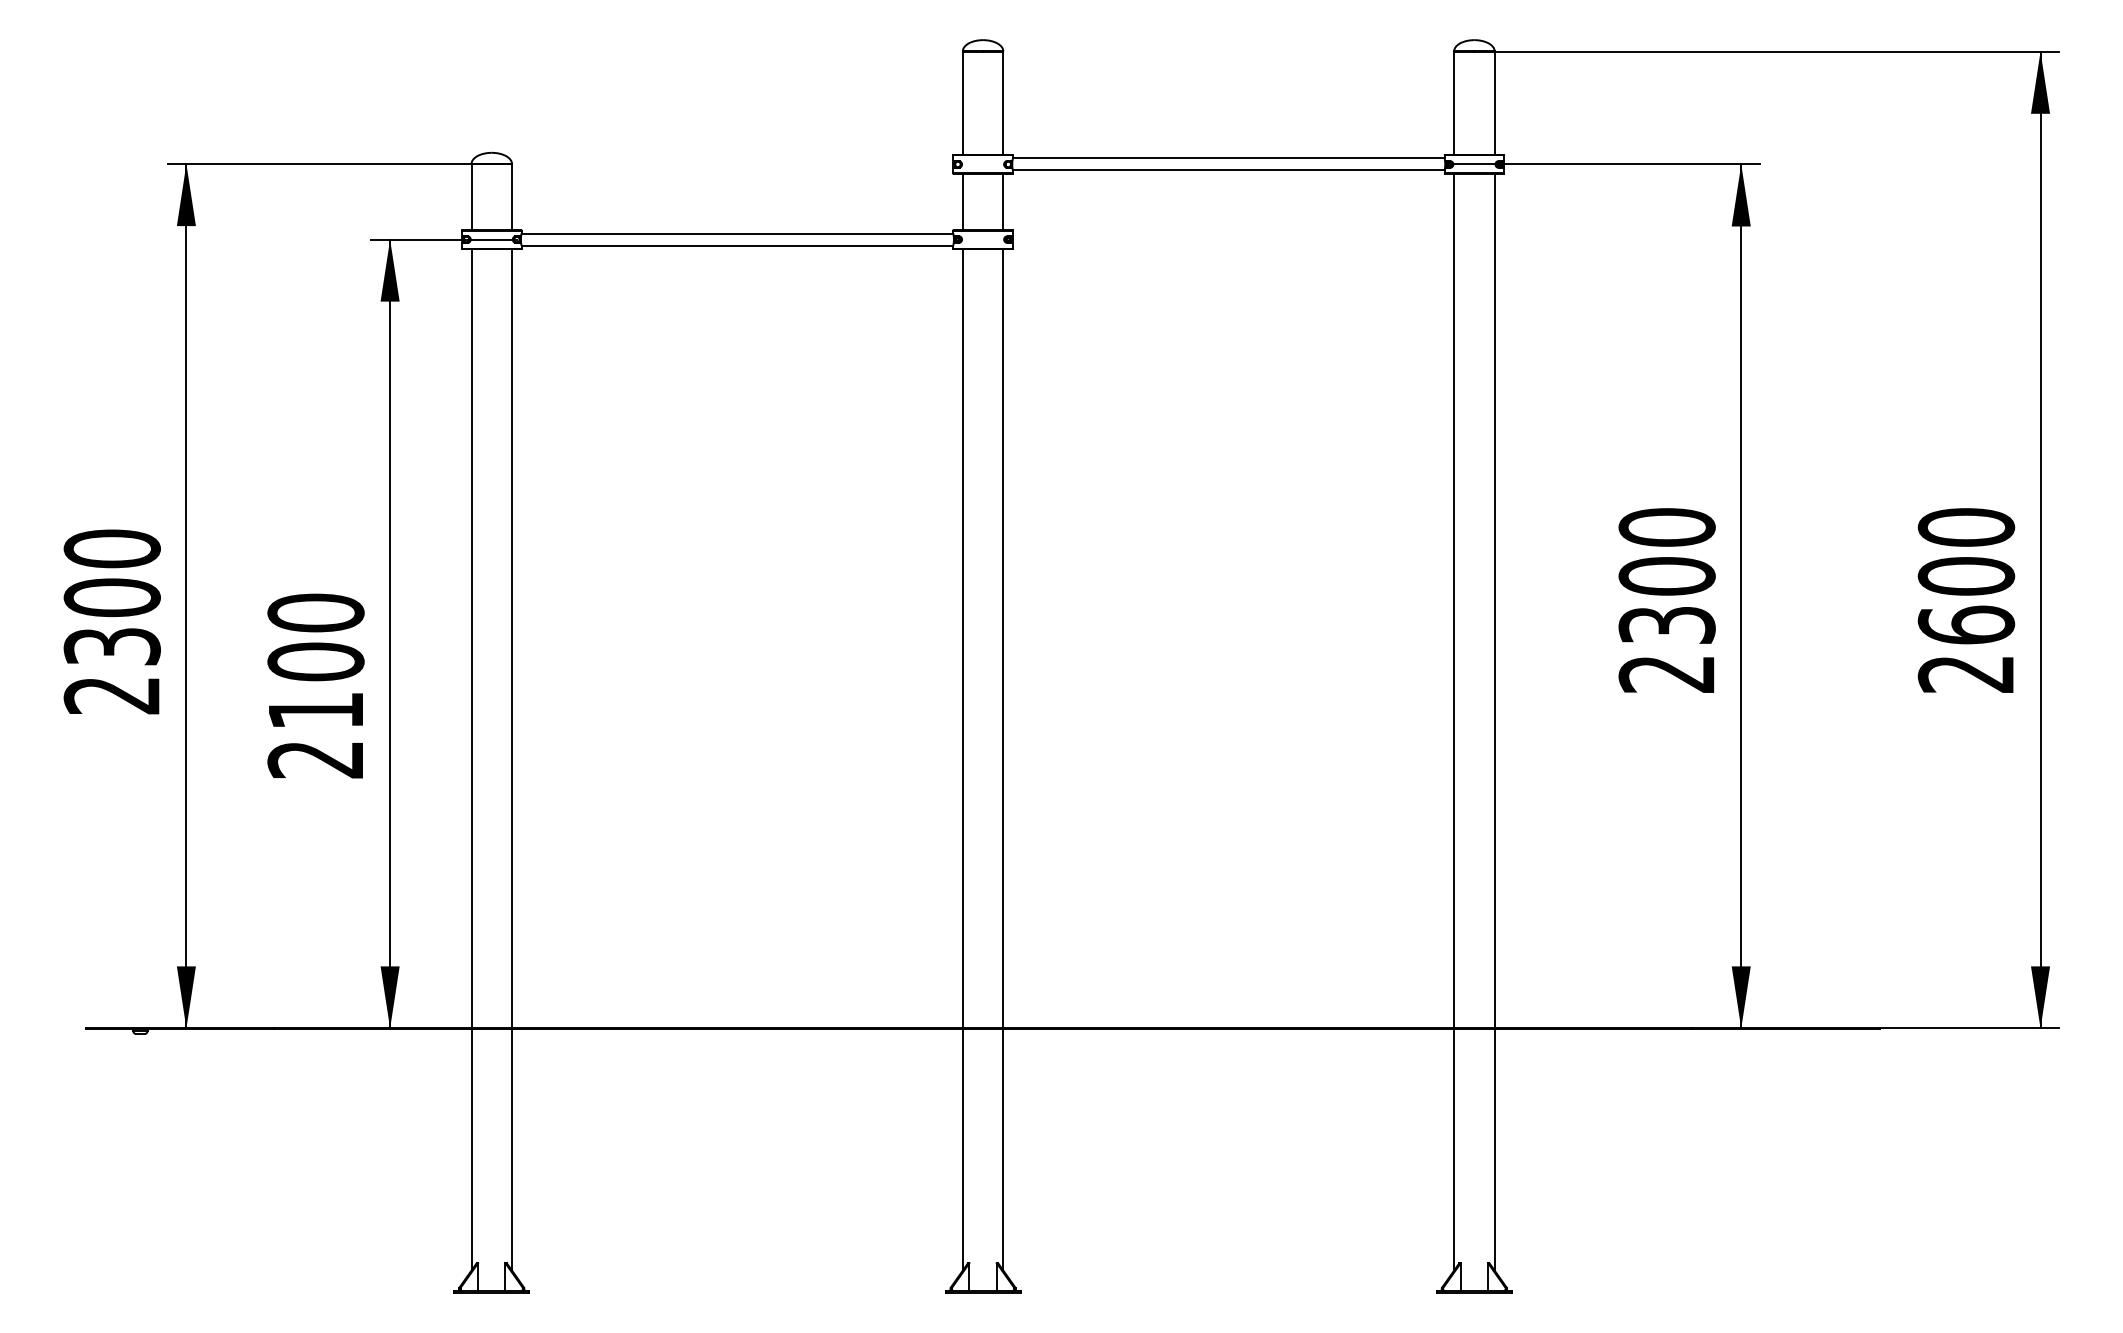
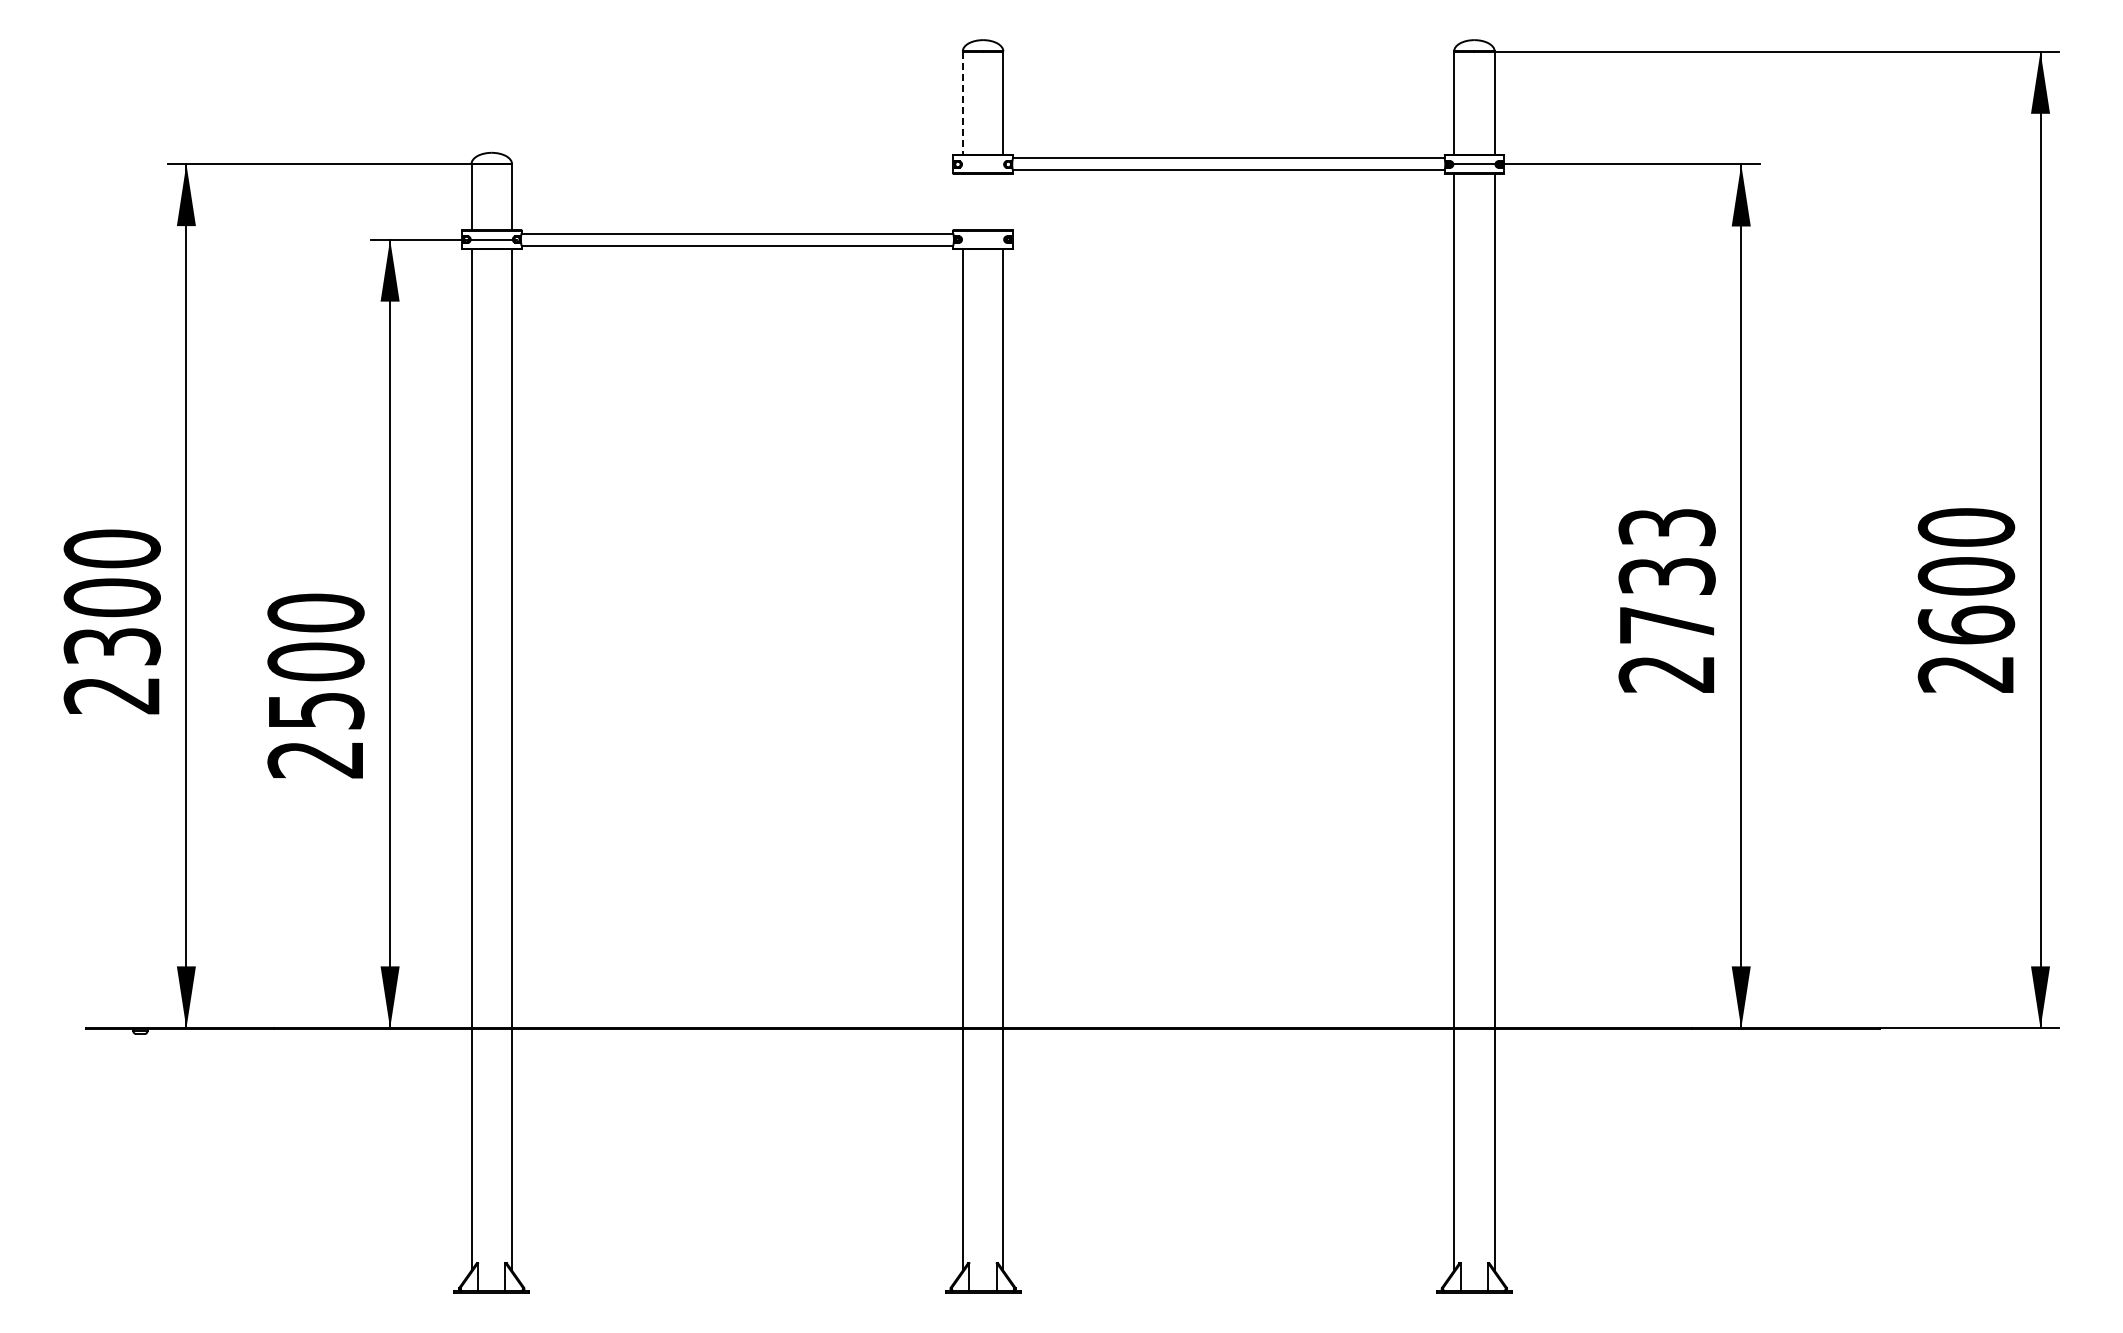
line at (962, 103): solid -> dashed
line at (962, 201): present -> none
line at (1003, 201): present -> none
text at (1666, 575): 2300 -> 2733
text at (316, 711): 2100 -> 2500
